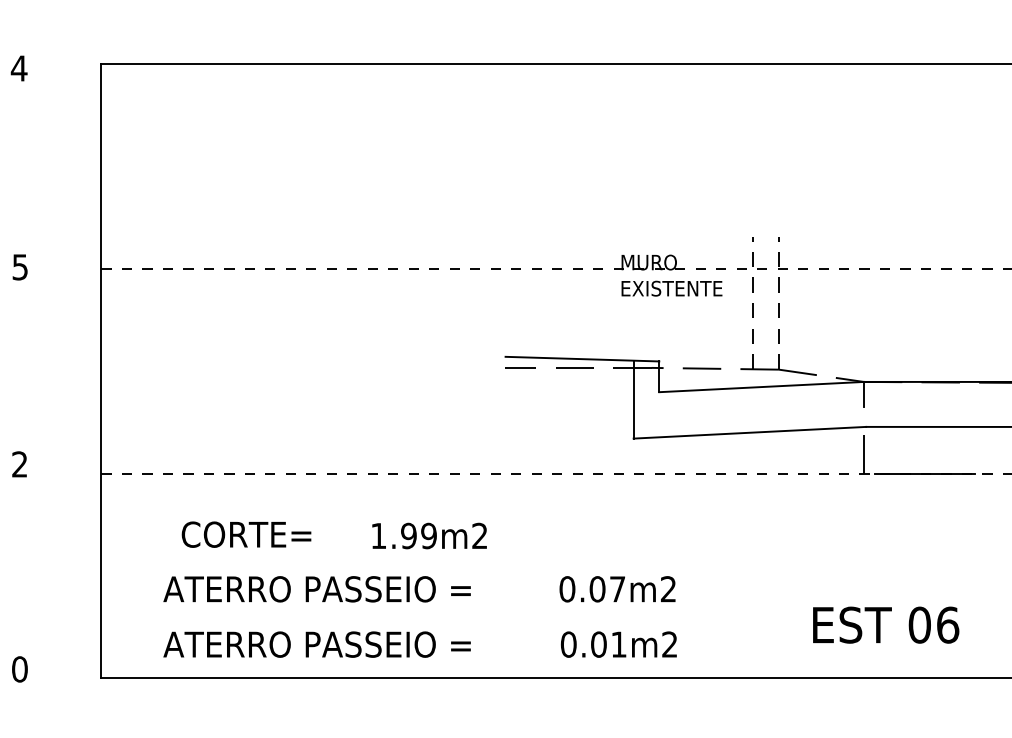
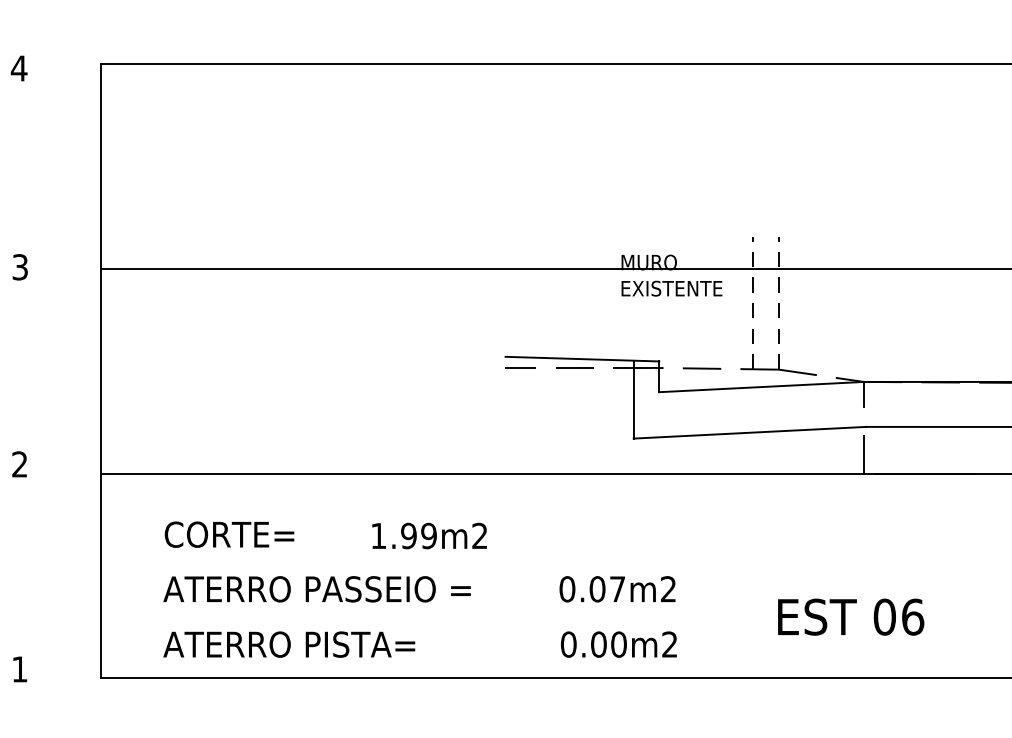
text at (20, 266): 5 -> 3
line at (556, 268): dashed -> solid
line at (556, 473): dashed -> solid
text at (246, 534) position: (246, 534) -> (229, 534)
text at (886, 624) position: (886, 624) -> (851, 616)
text at (396, 644): ATERRO PASSEIO = -> ATERRO PISTA=
text at (618, 644): 0.01m2 -> 0.00m2
text at (19, 669): 0 -> 1
